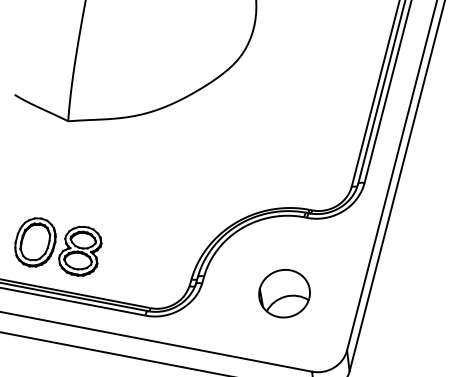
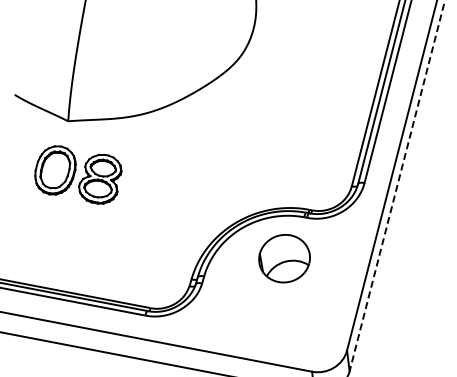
line at (397, 186): solid -> dashed
part at (58, 246) position: (58, 246) -> (78, 174)
part at (284, 293) position: (284, 293) -> (284, 258)
